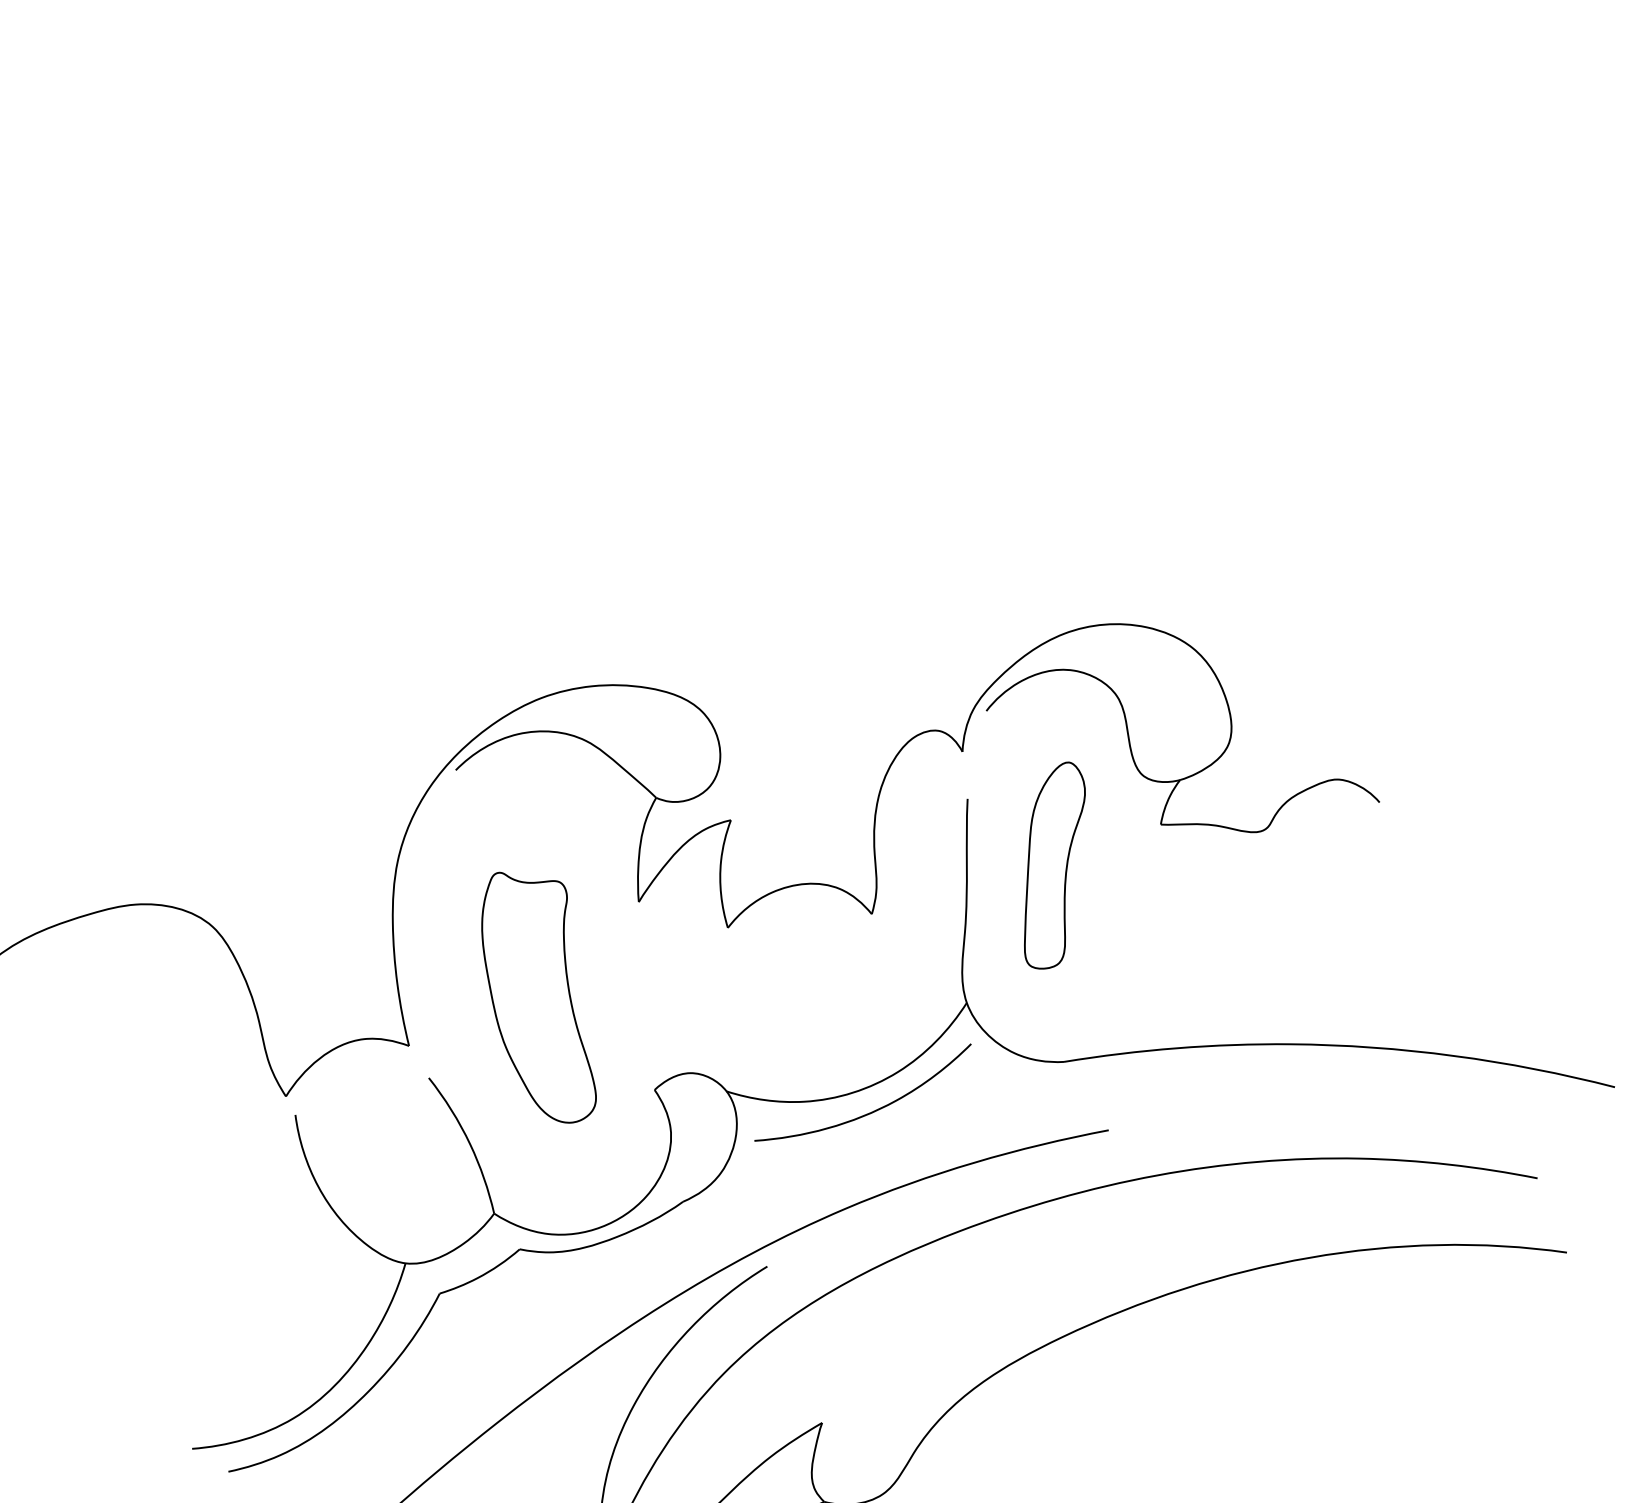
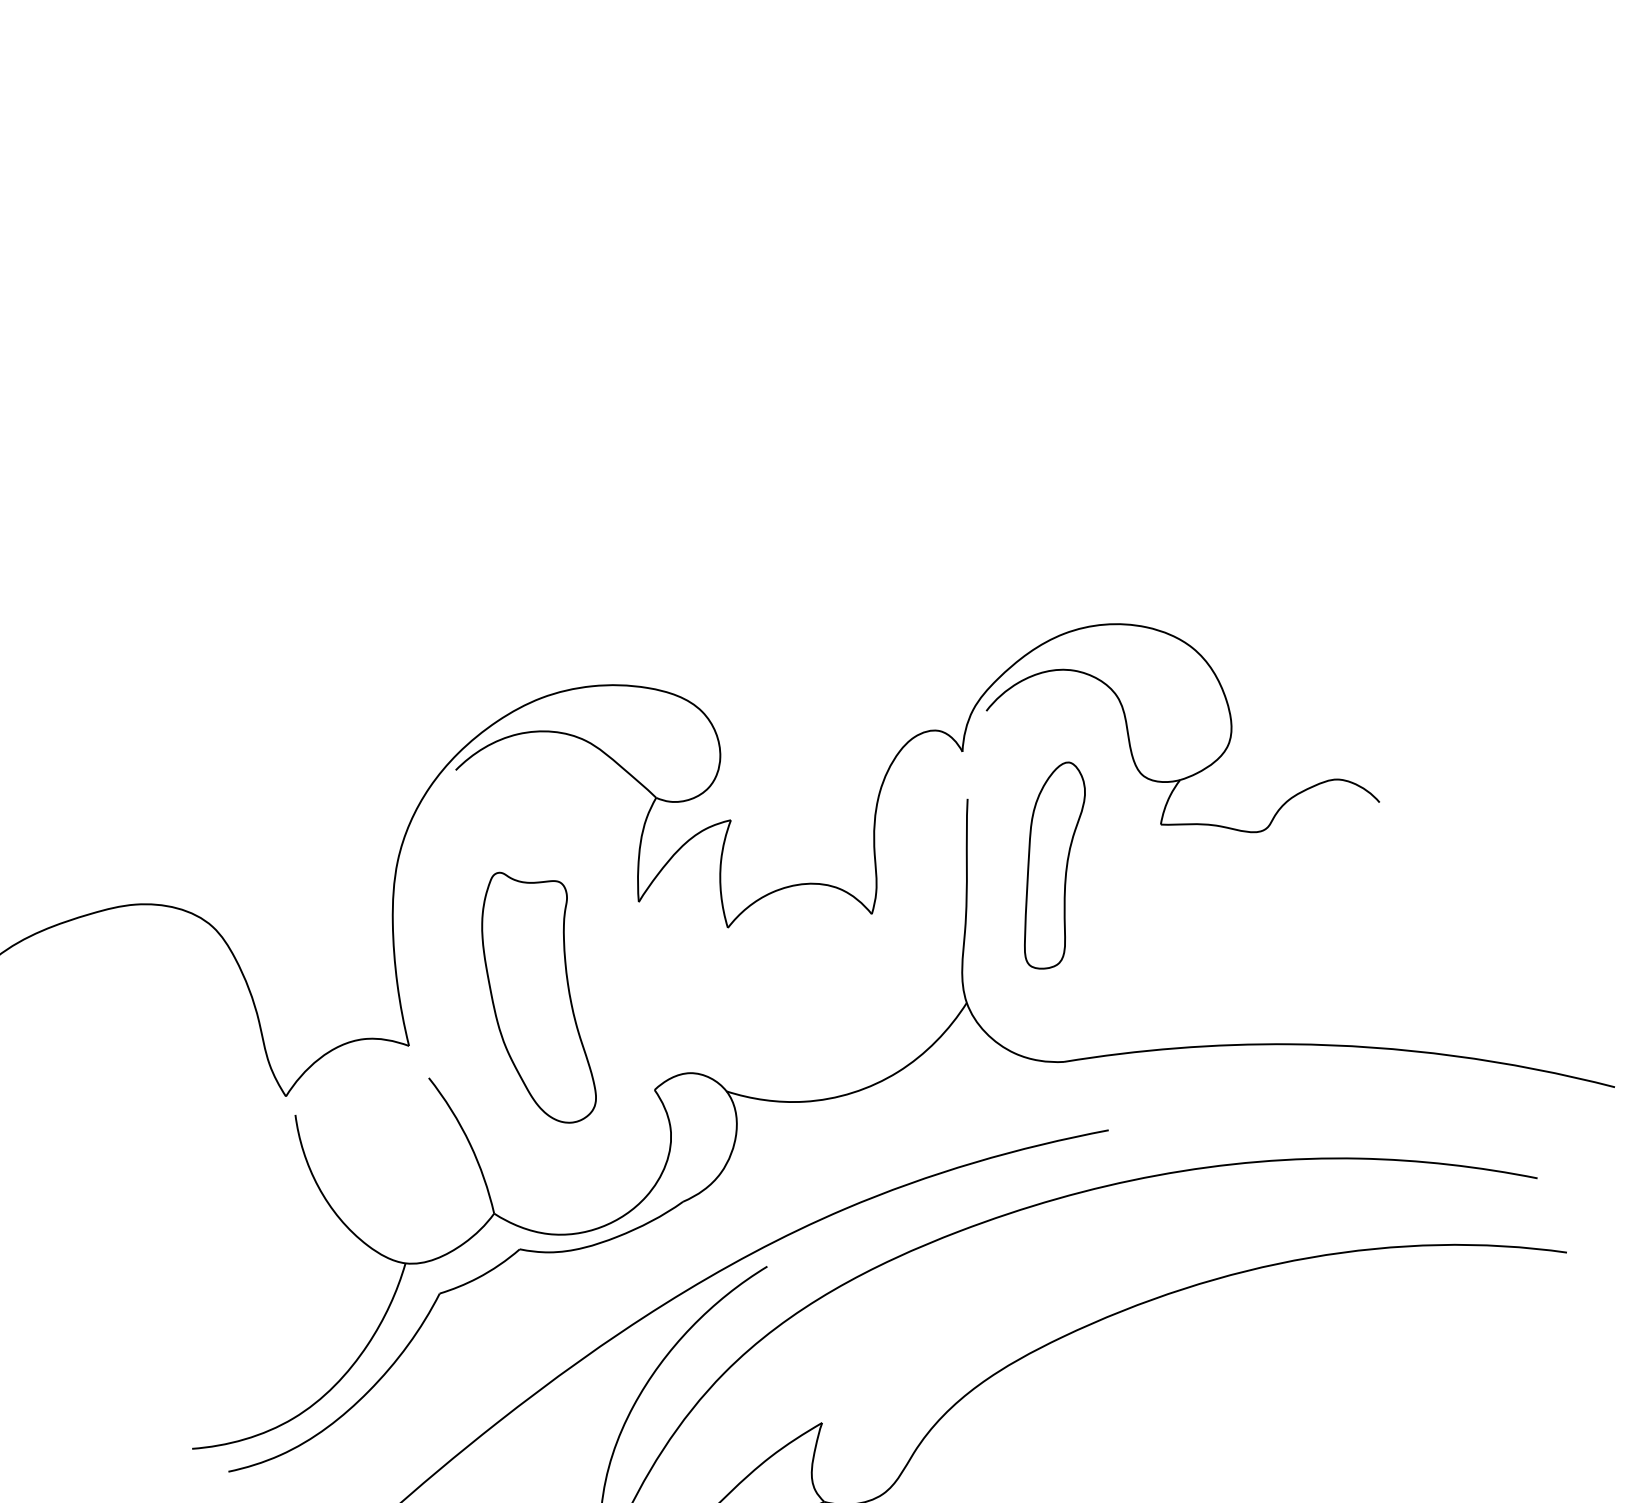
curve at (871, 1111): present -> none
